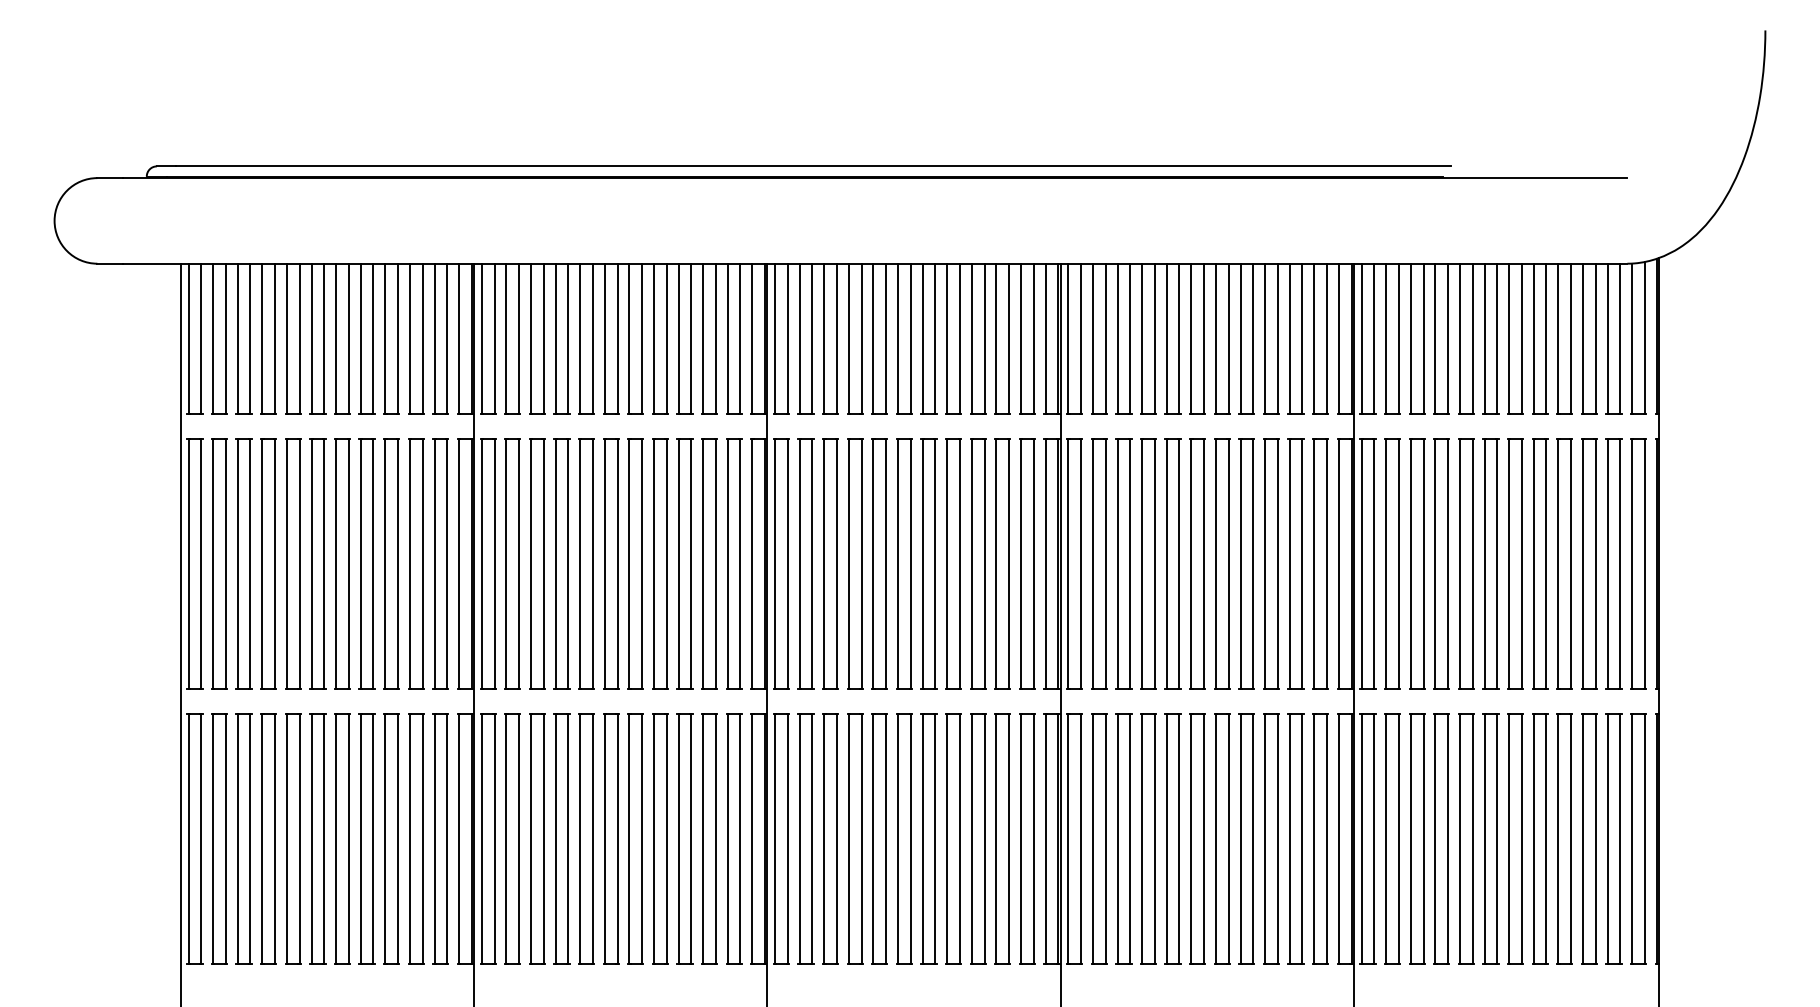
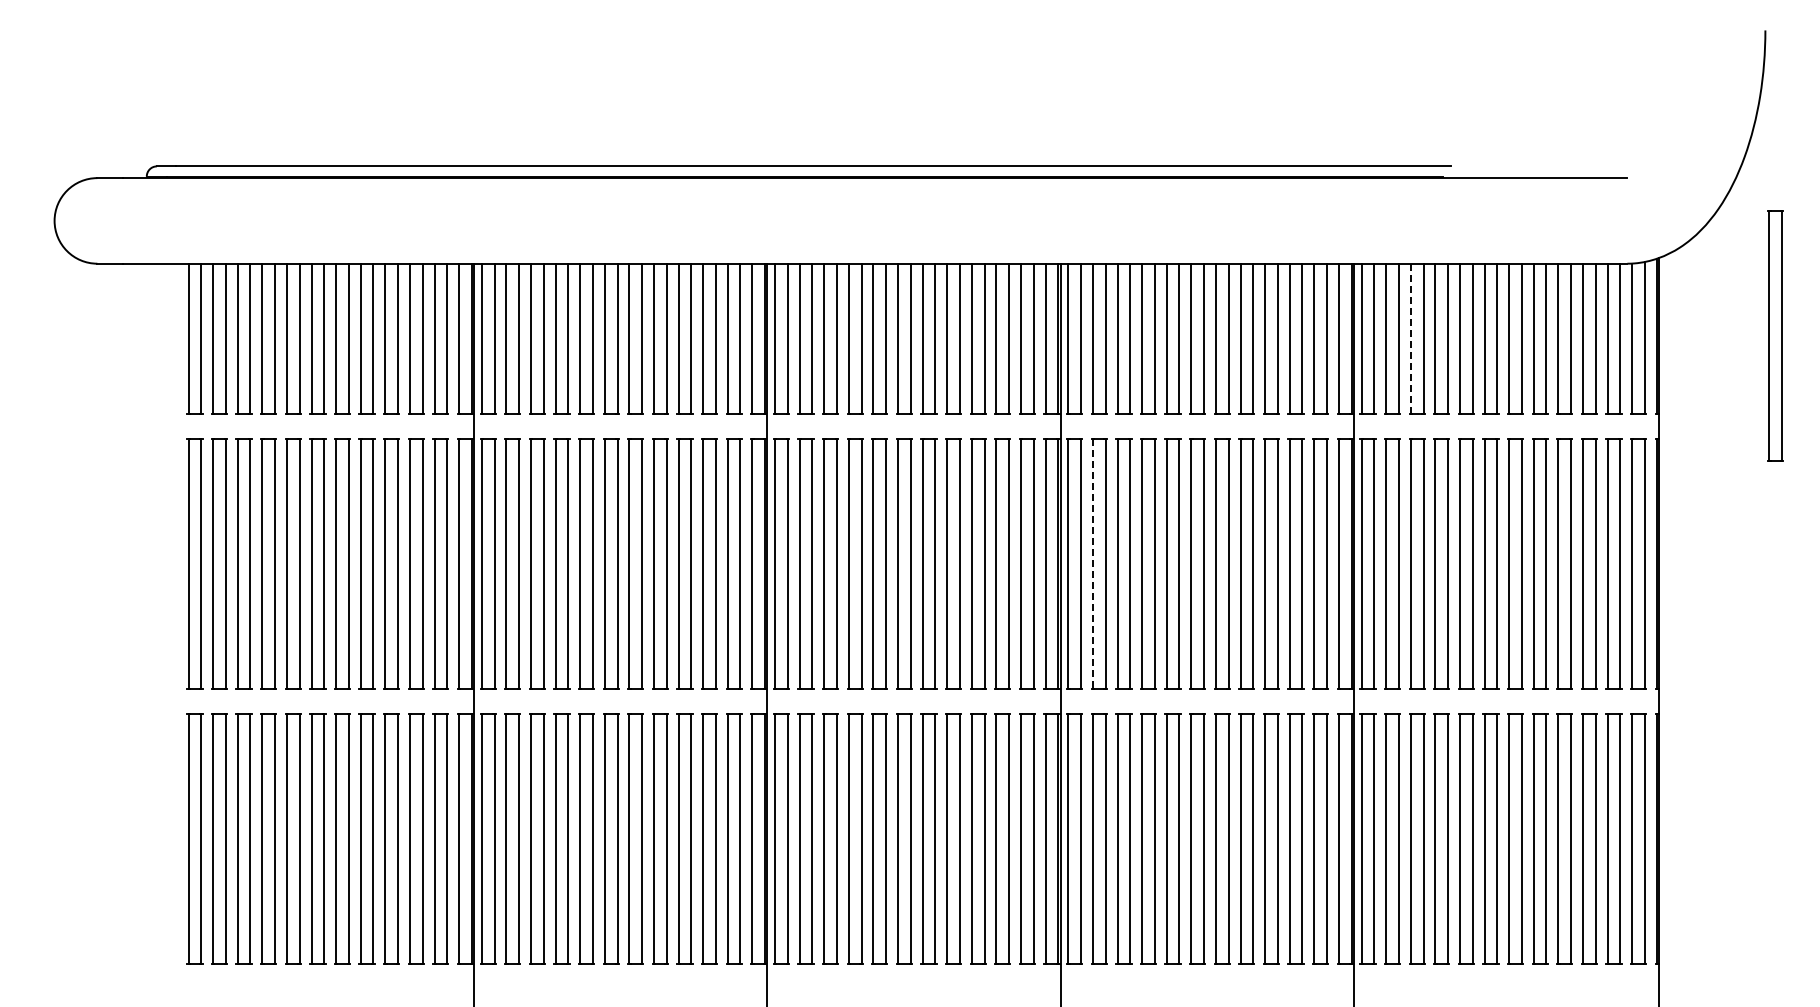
part at (1775, 335): none -> present
line at (1410, 338): solid -> dashed
line at (1092, 563): solid -> dashed
line at (180, 633): present -> none
